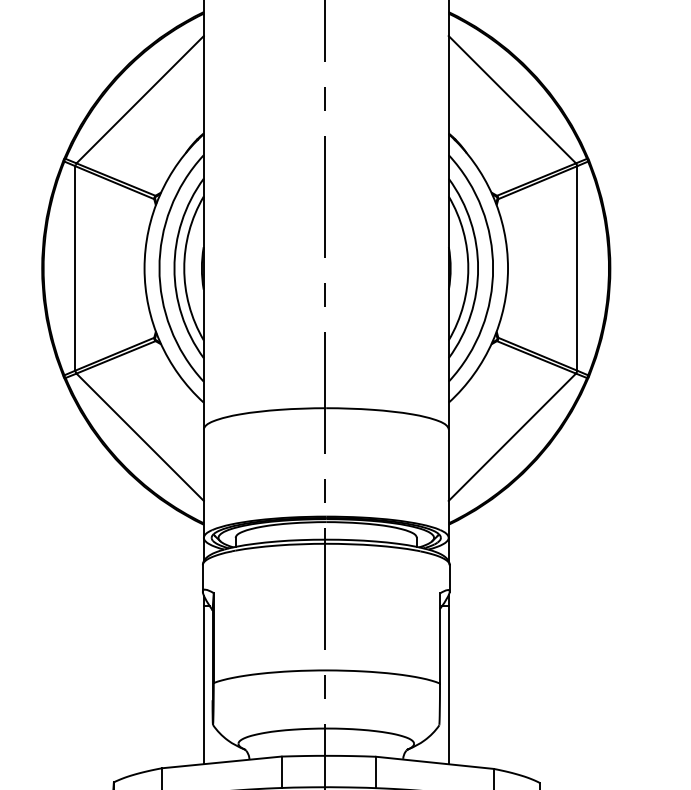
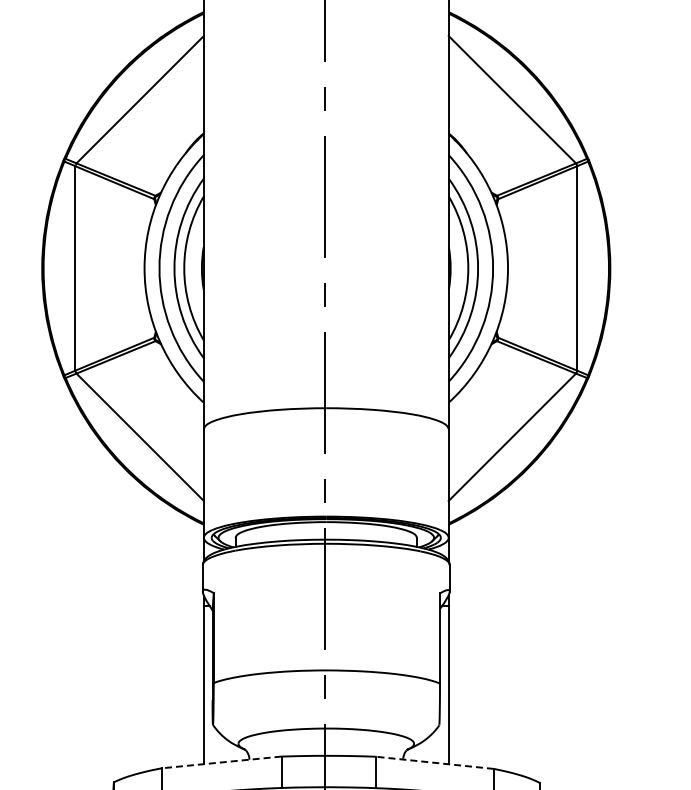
line at (221, 762): solid -> dashed
line at (434, 762): solid -> dashed
